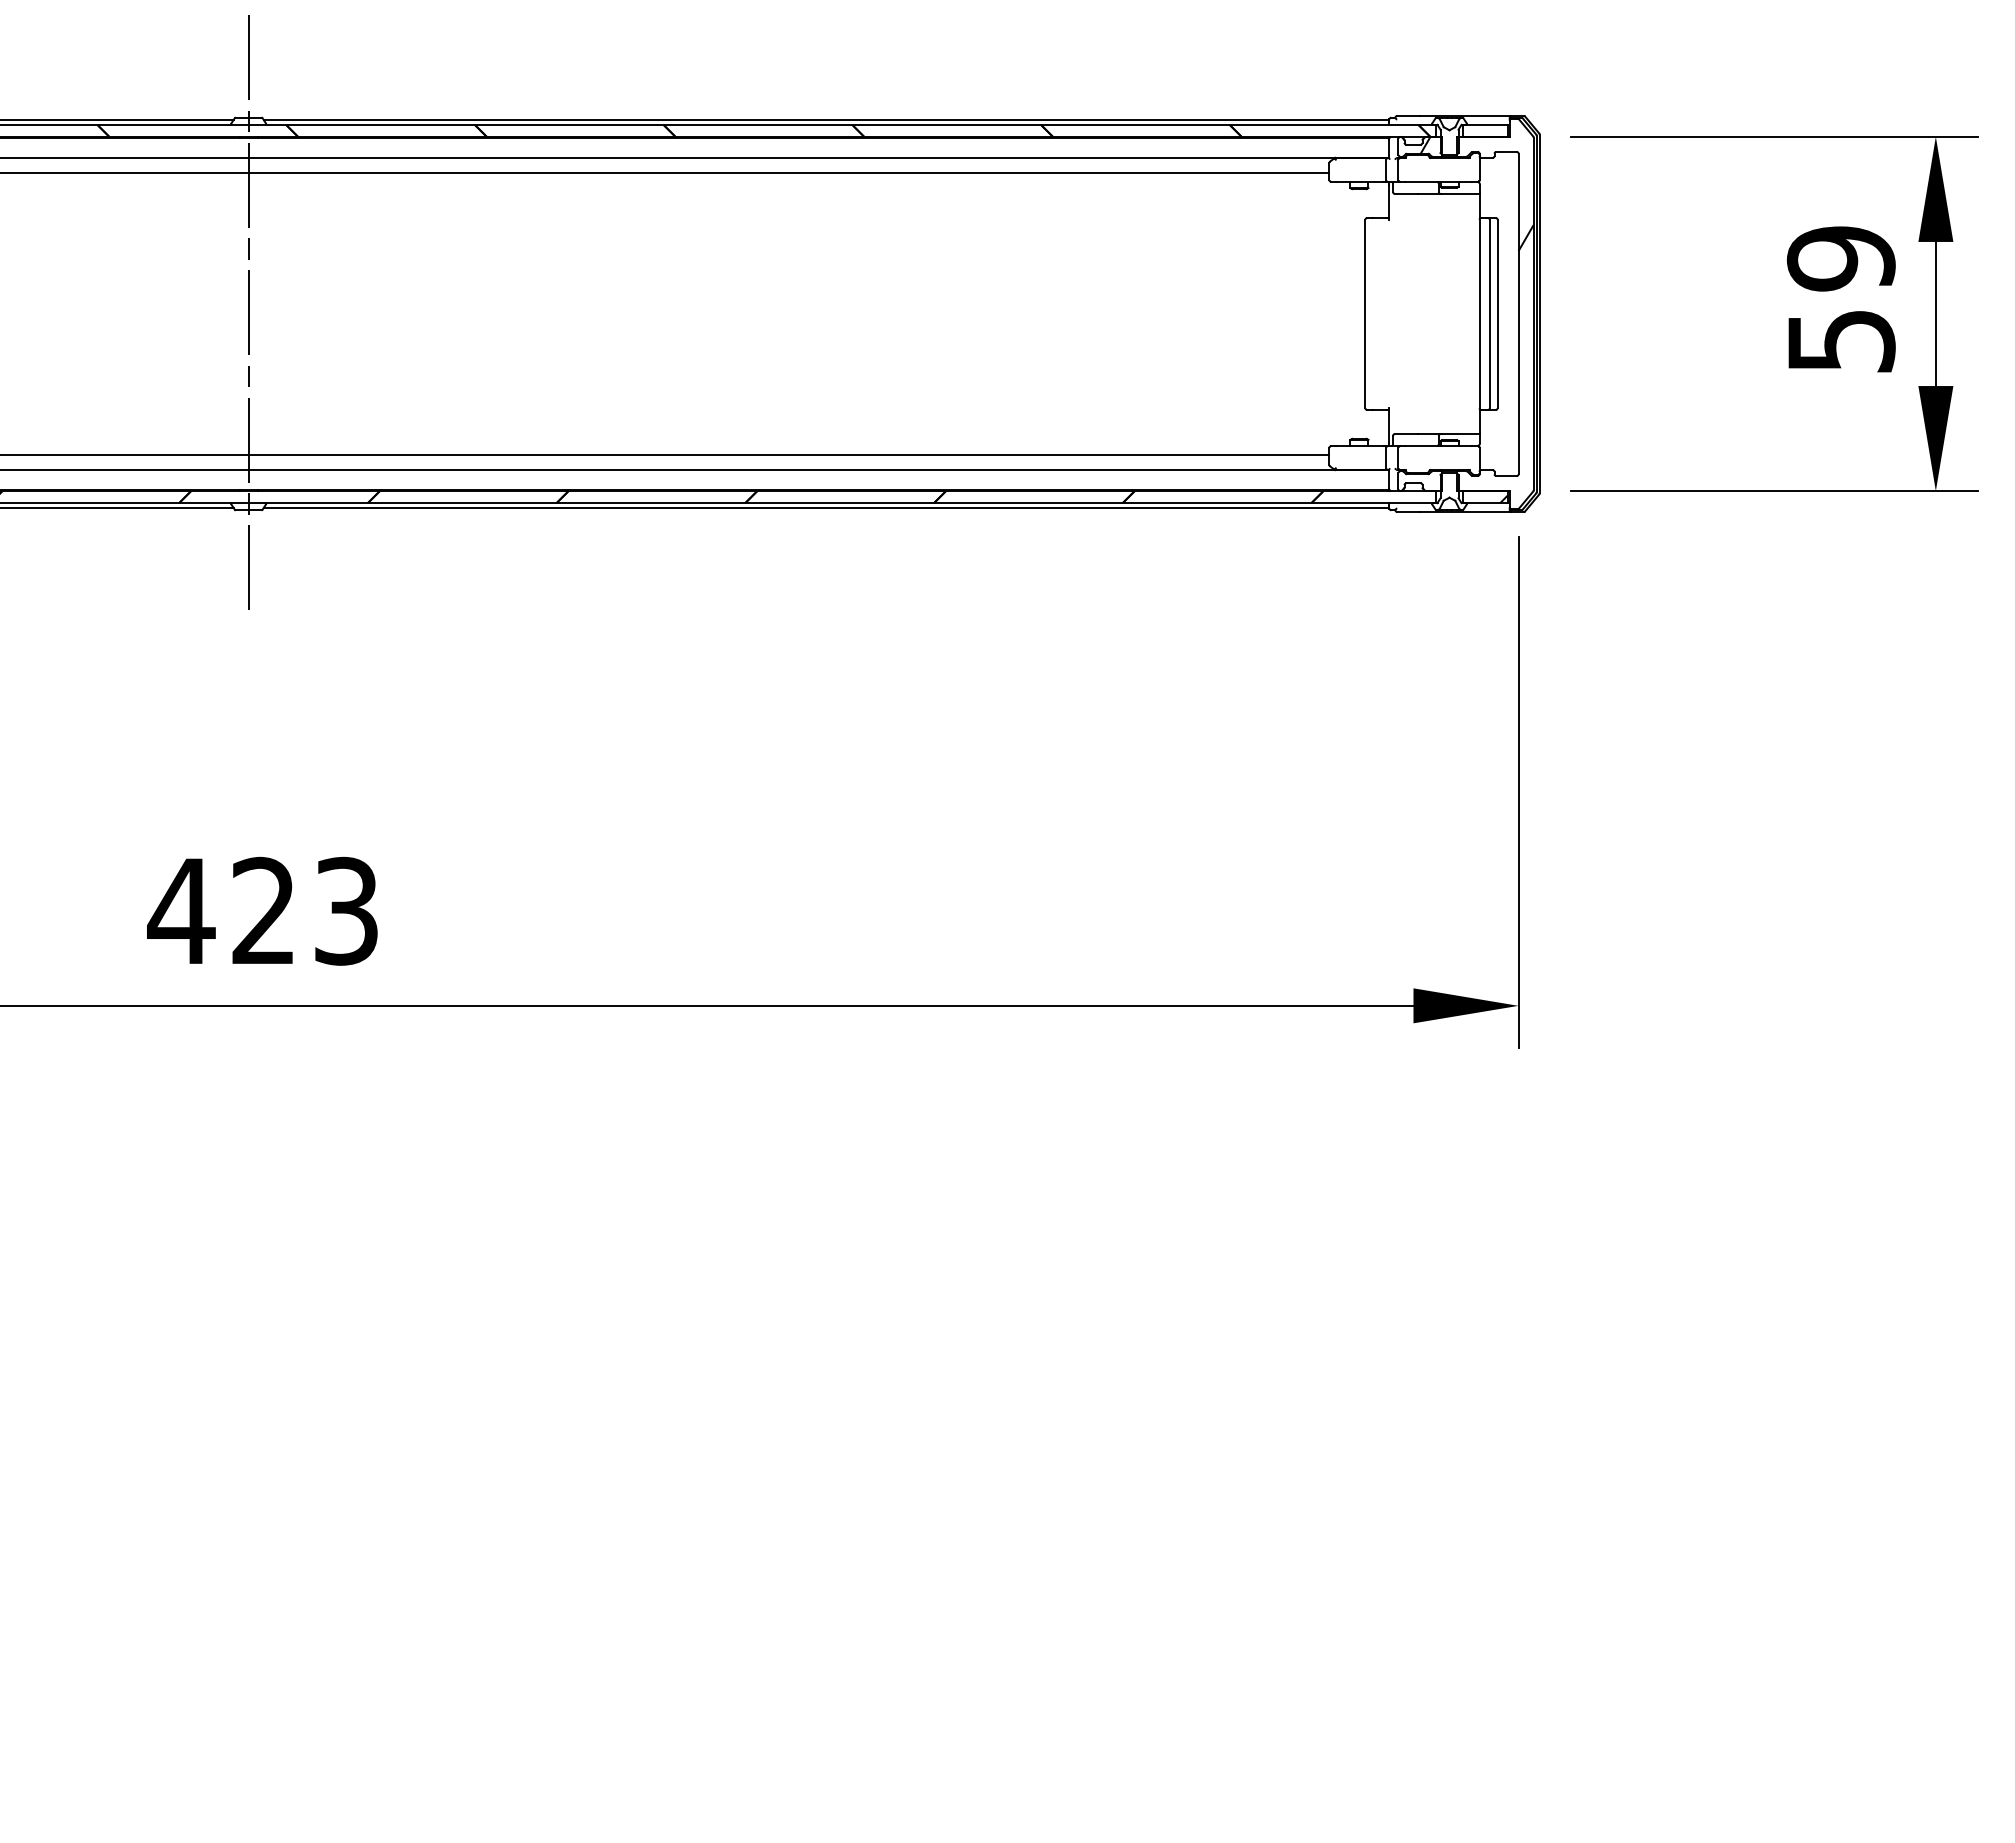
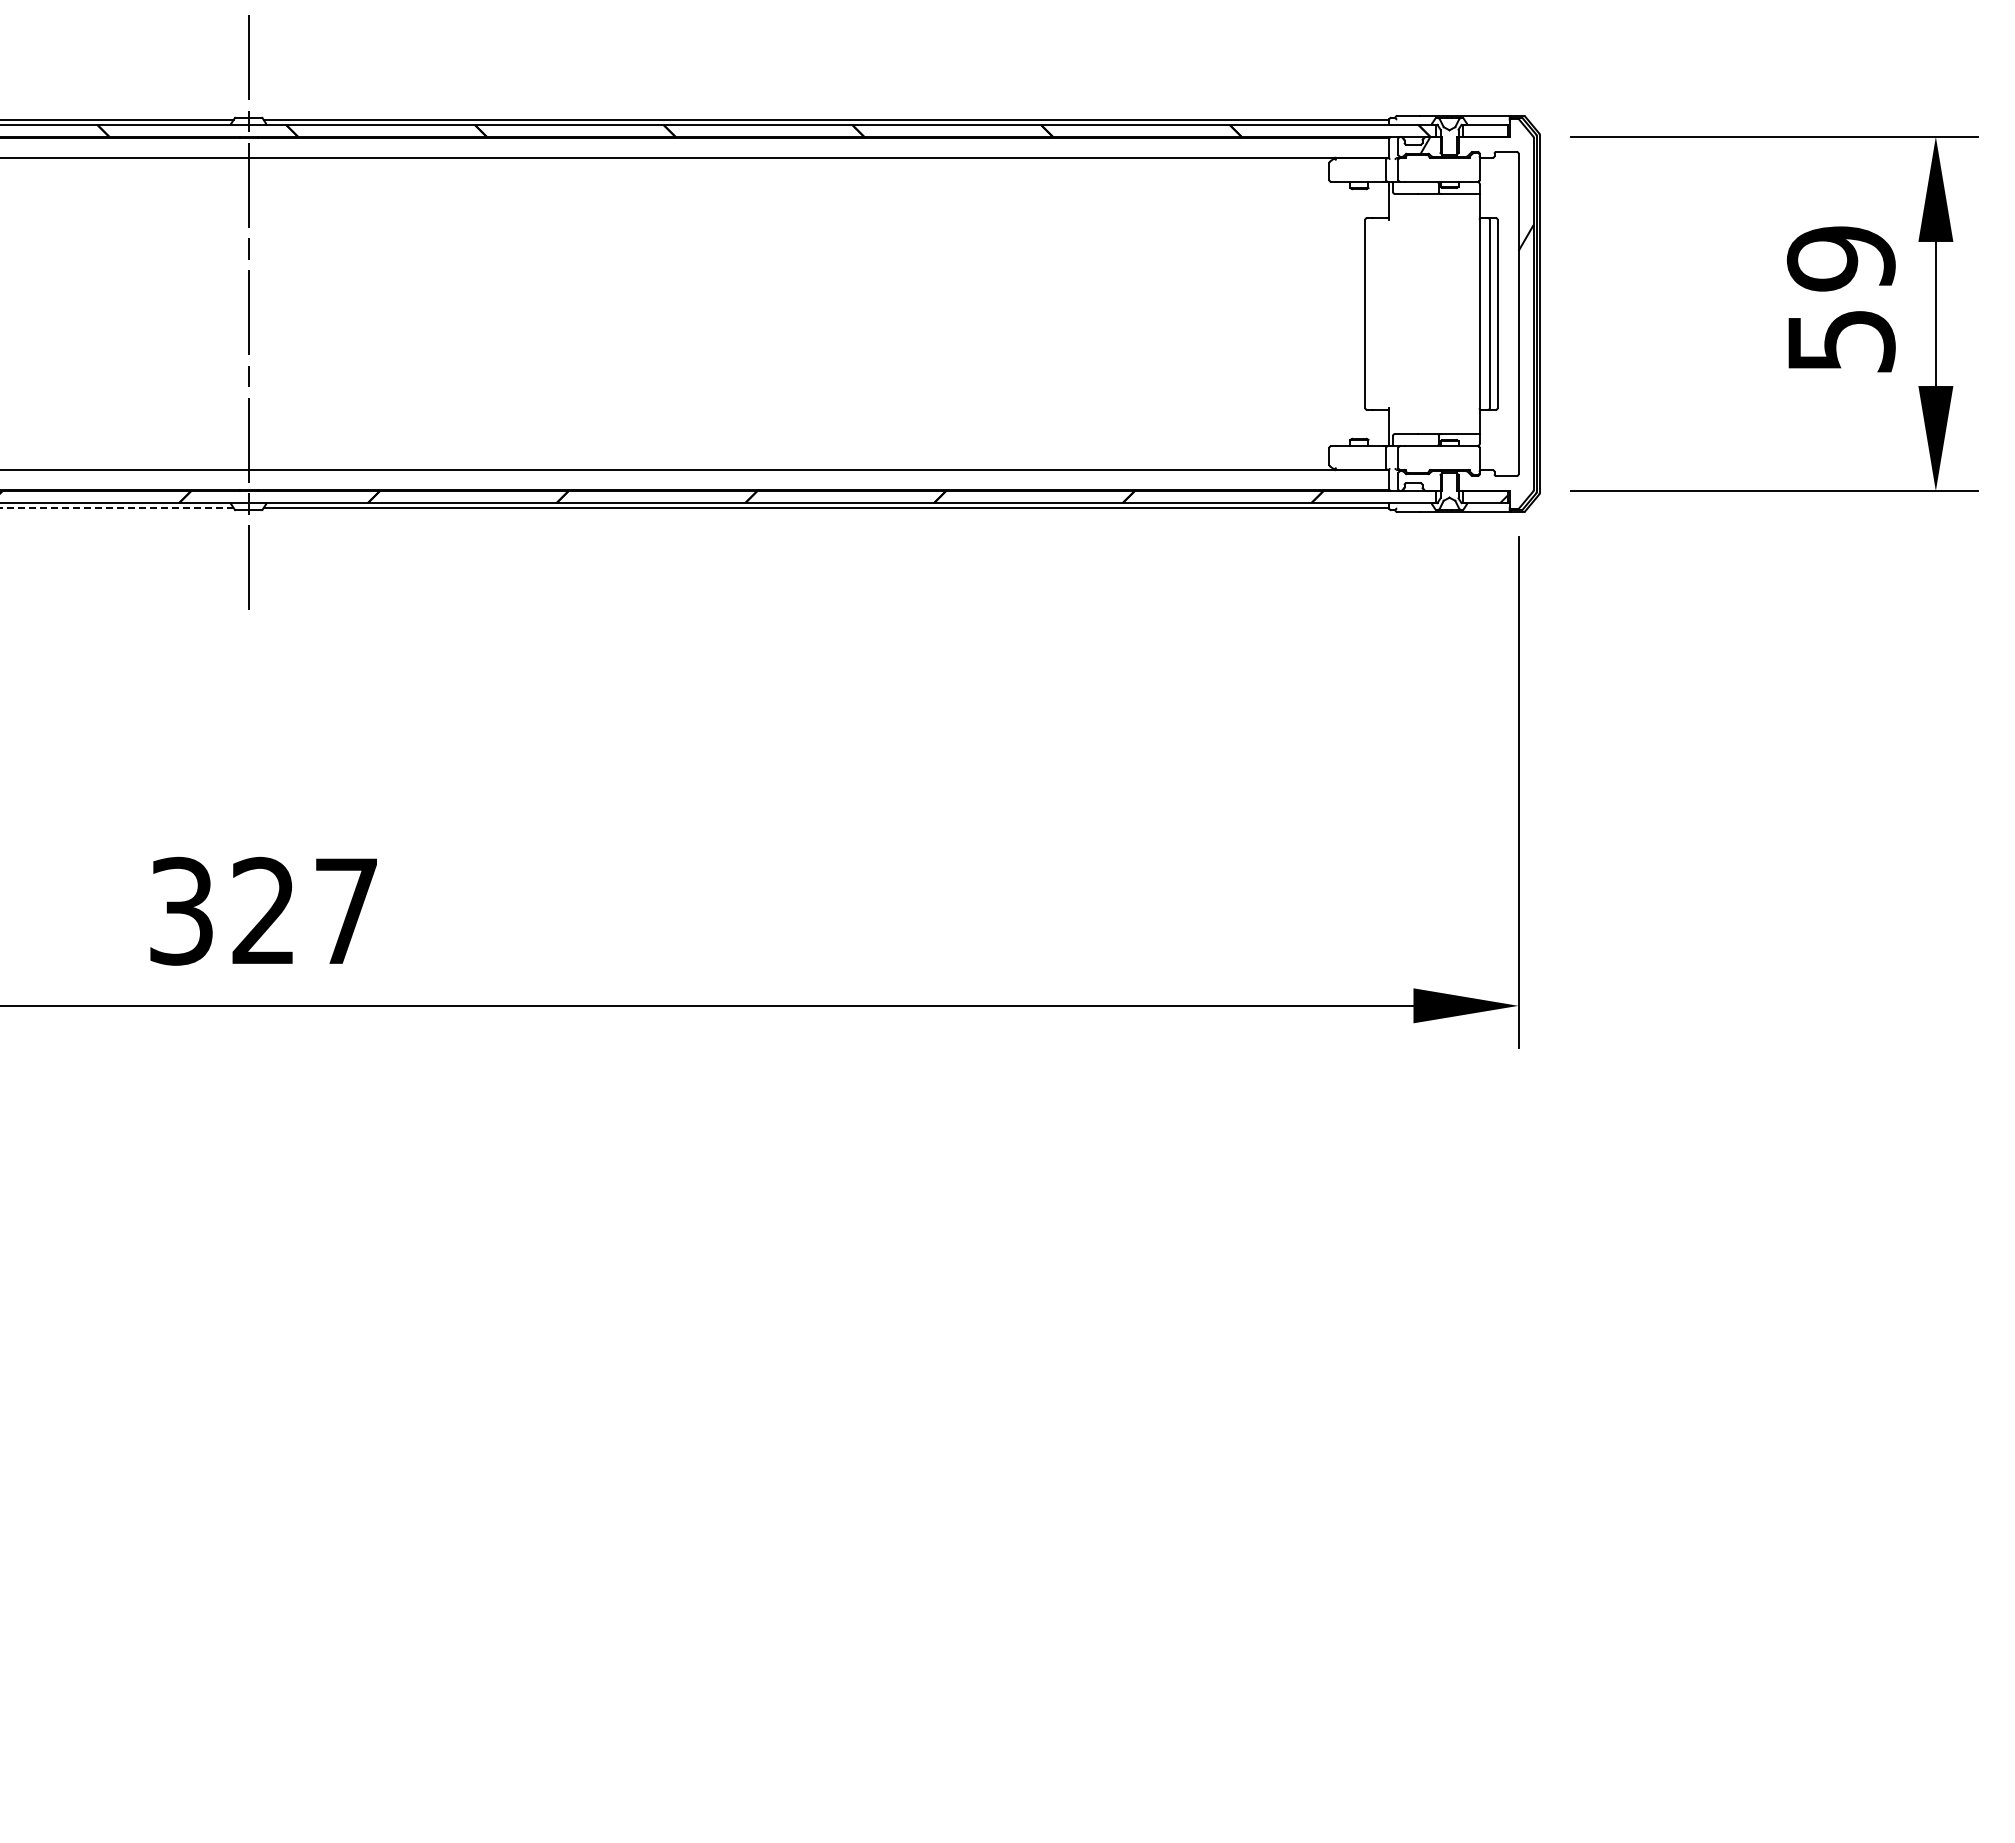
line at (665, 172): present -> none
line at (665, 455): present -> none
line at (116, 507): solid -> dashed
text at (262, 910): 423 -> 327
